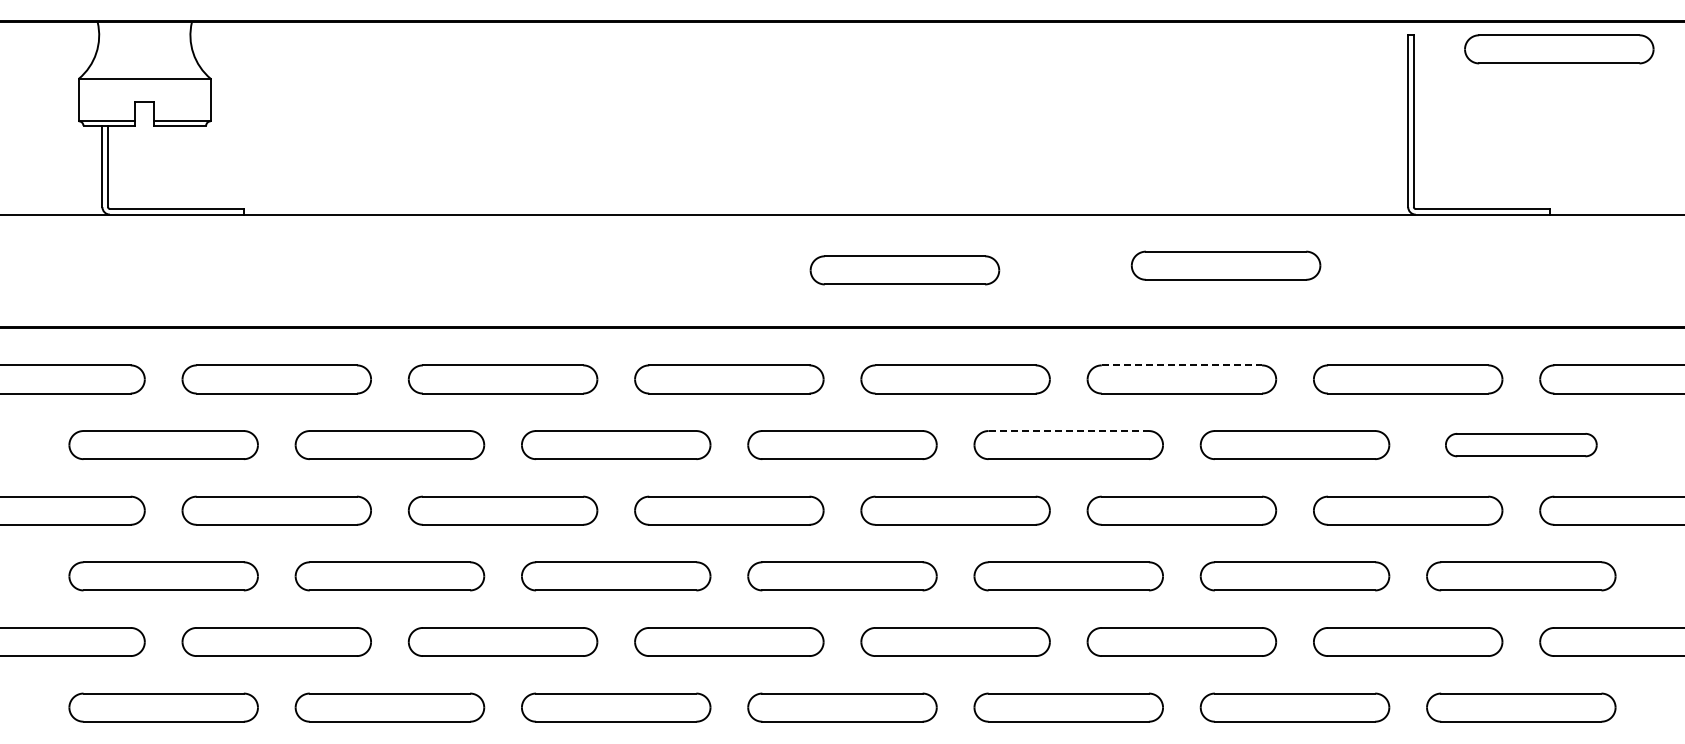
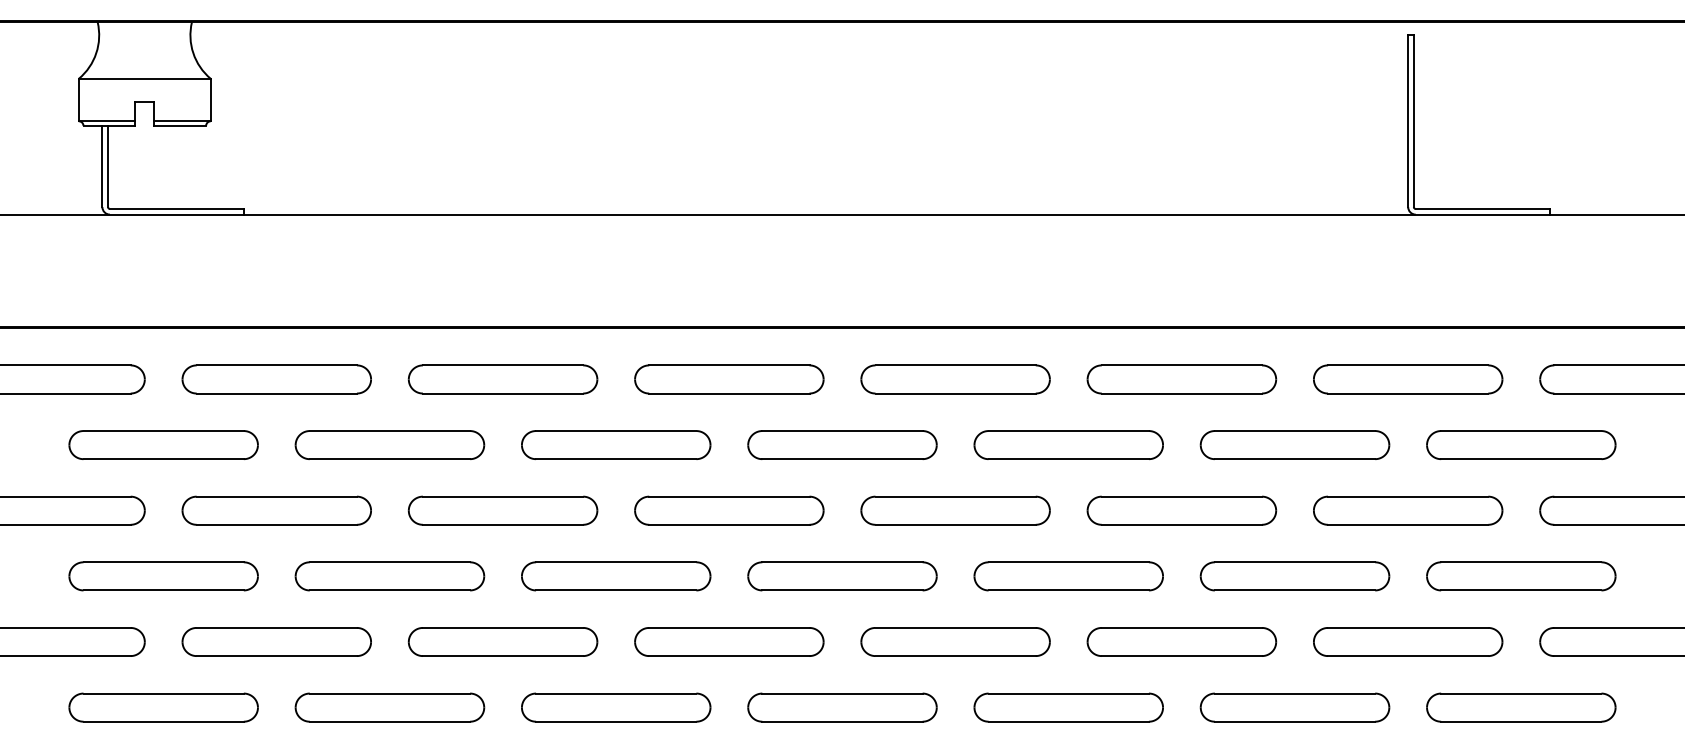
part at (1559, 49): present -> none
part at (1225, 265): present -> none
part at (904, 270): present -> none
line at (1182, 365): dashed -> solid
line at (1069, 431): dashed -> solid
part at (1521, 445) size: 153x25 px -> 191x30 px
